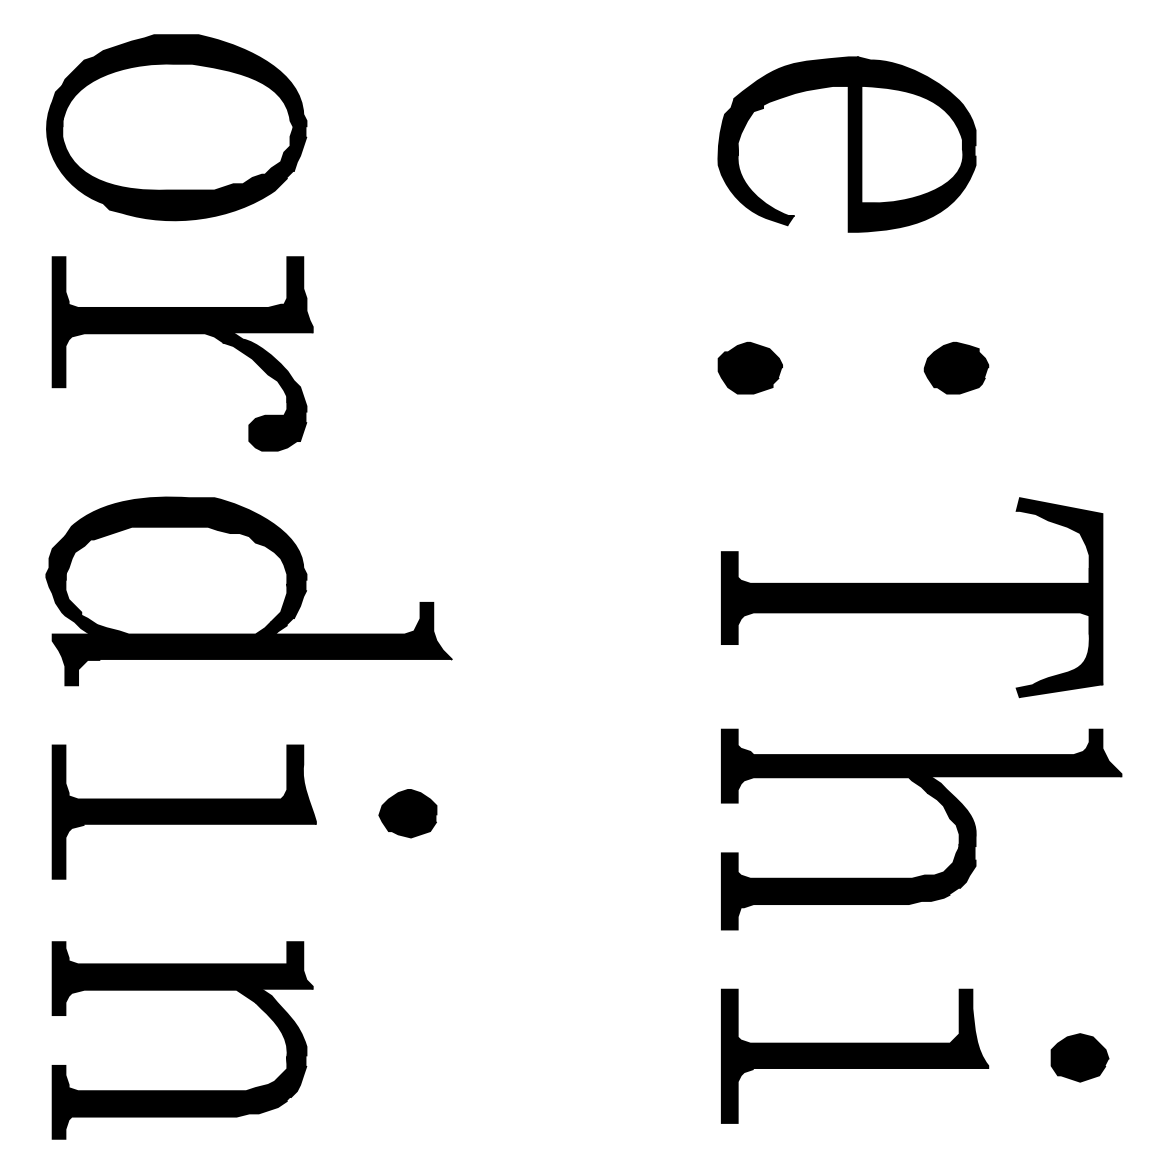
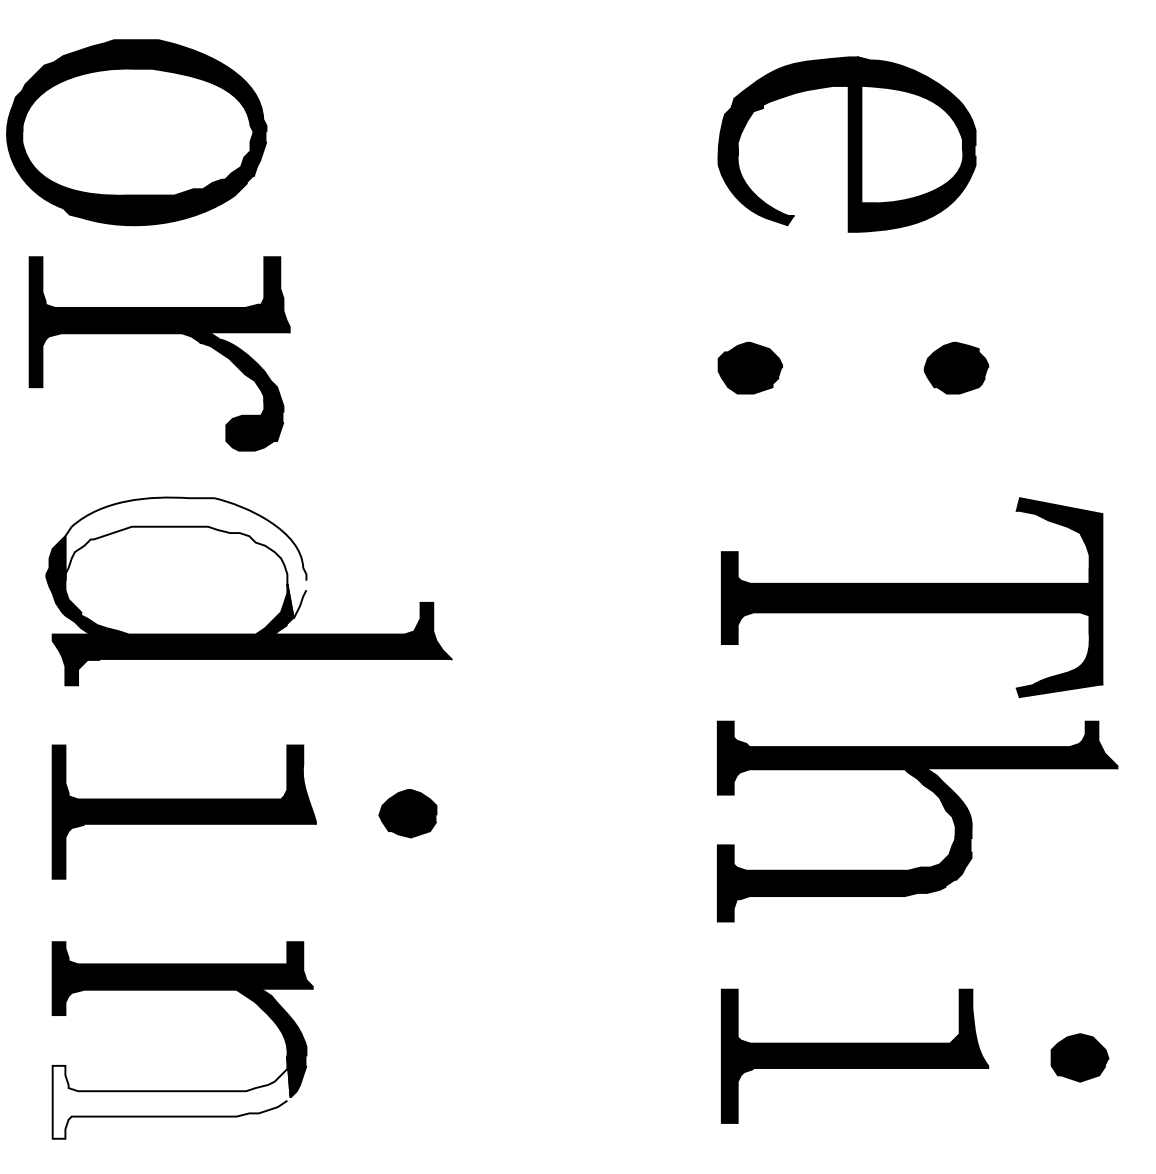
part at (176, 127) position: (176, 127) -> (136, 132)
part at (182, 334) position: (182, 334) -> (159, 334)
fill at (185, 557): present -> none
part at (947, 815) position: (947, 815) -> (943, 807)
fill at (171, 1097): present -> none
